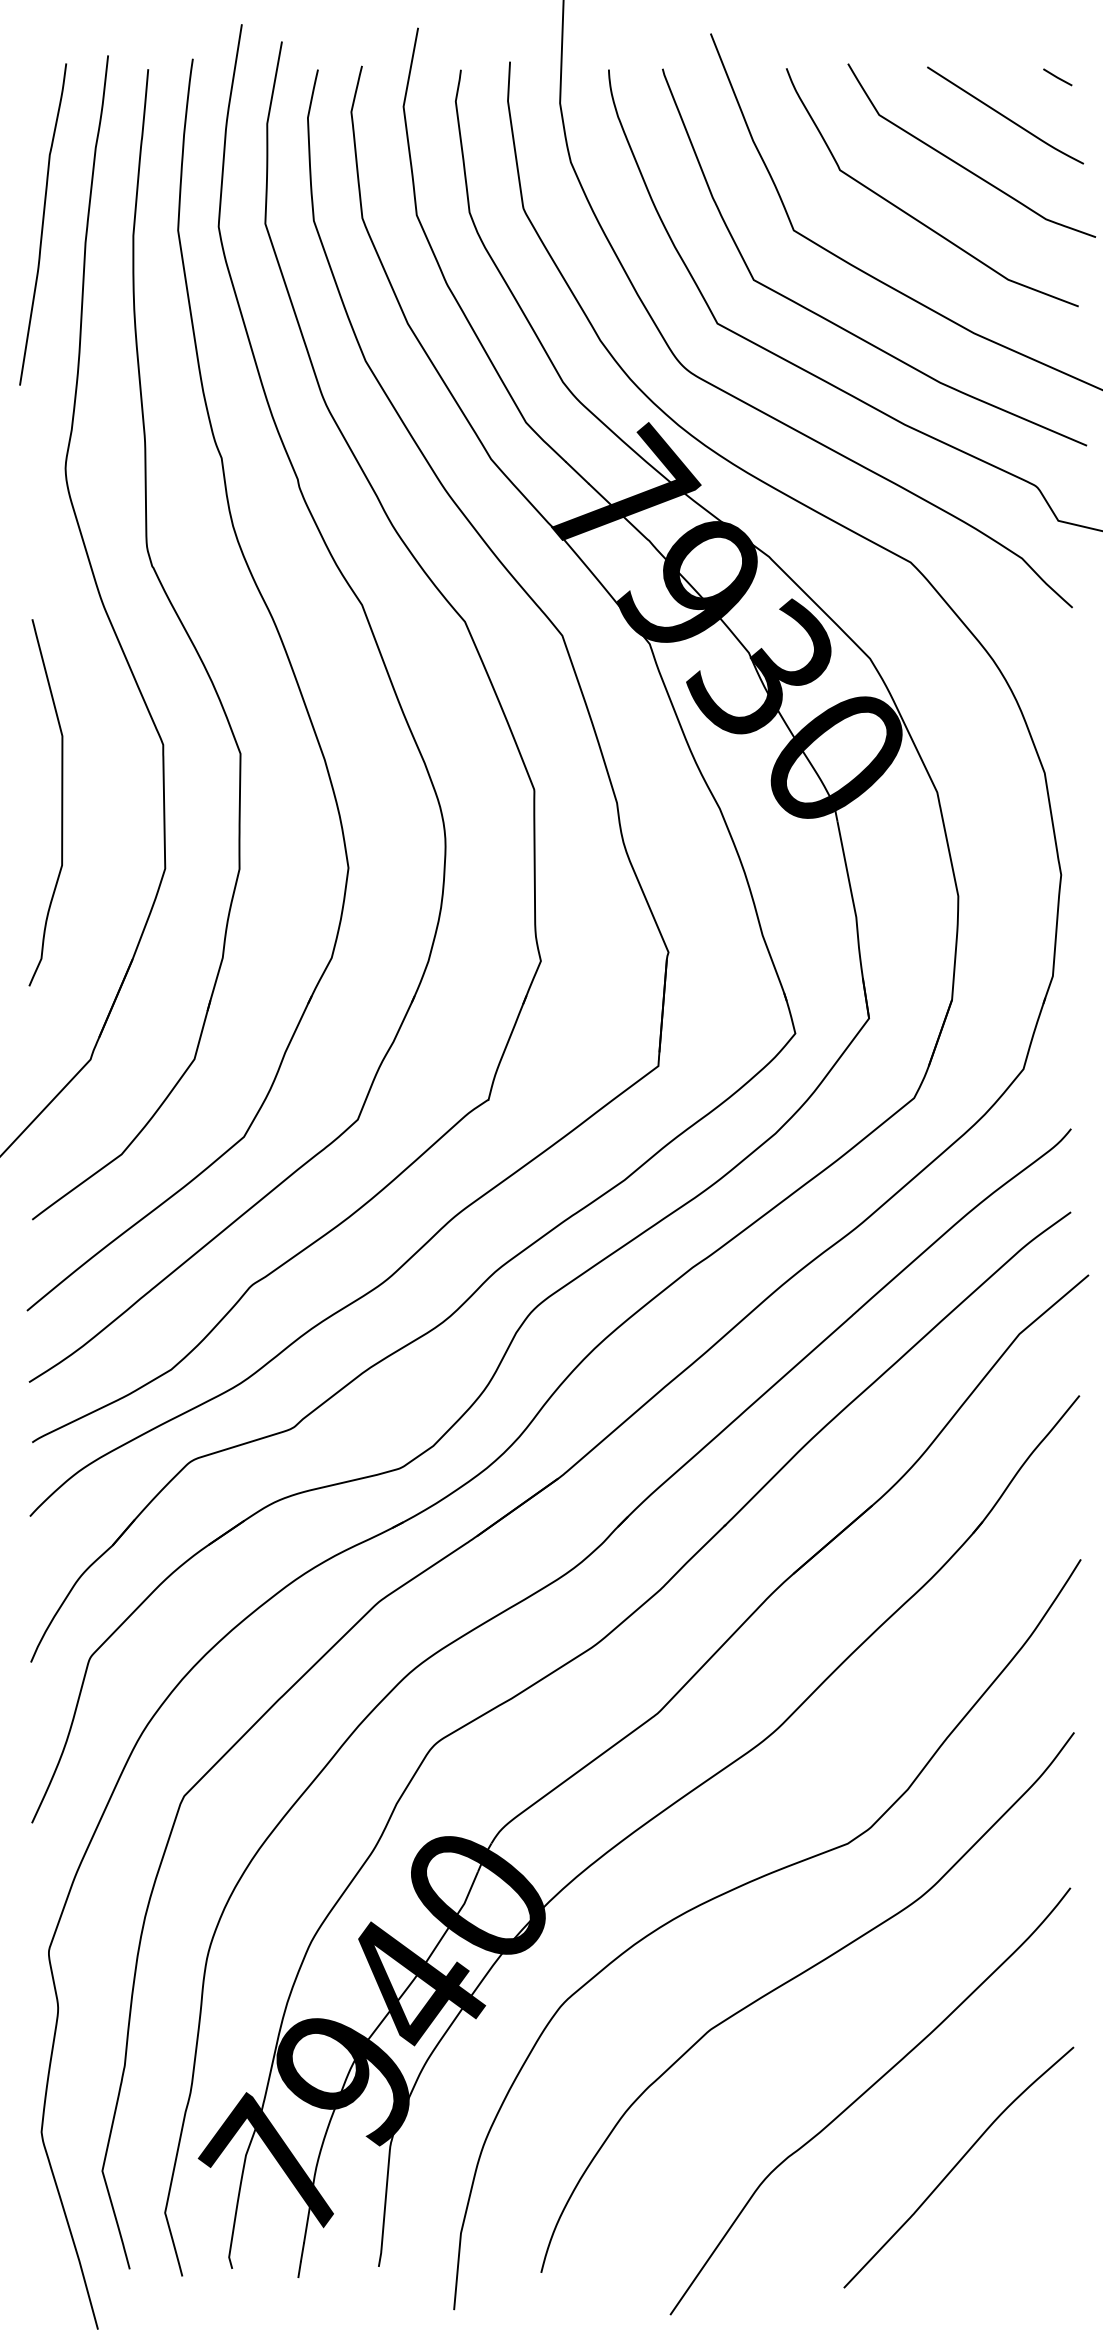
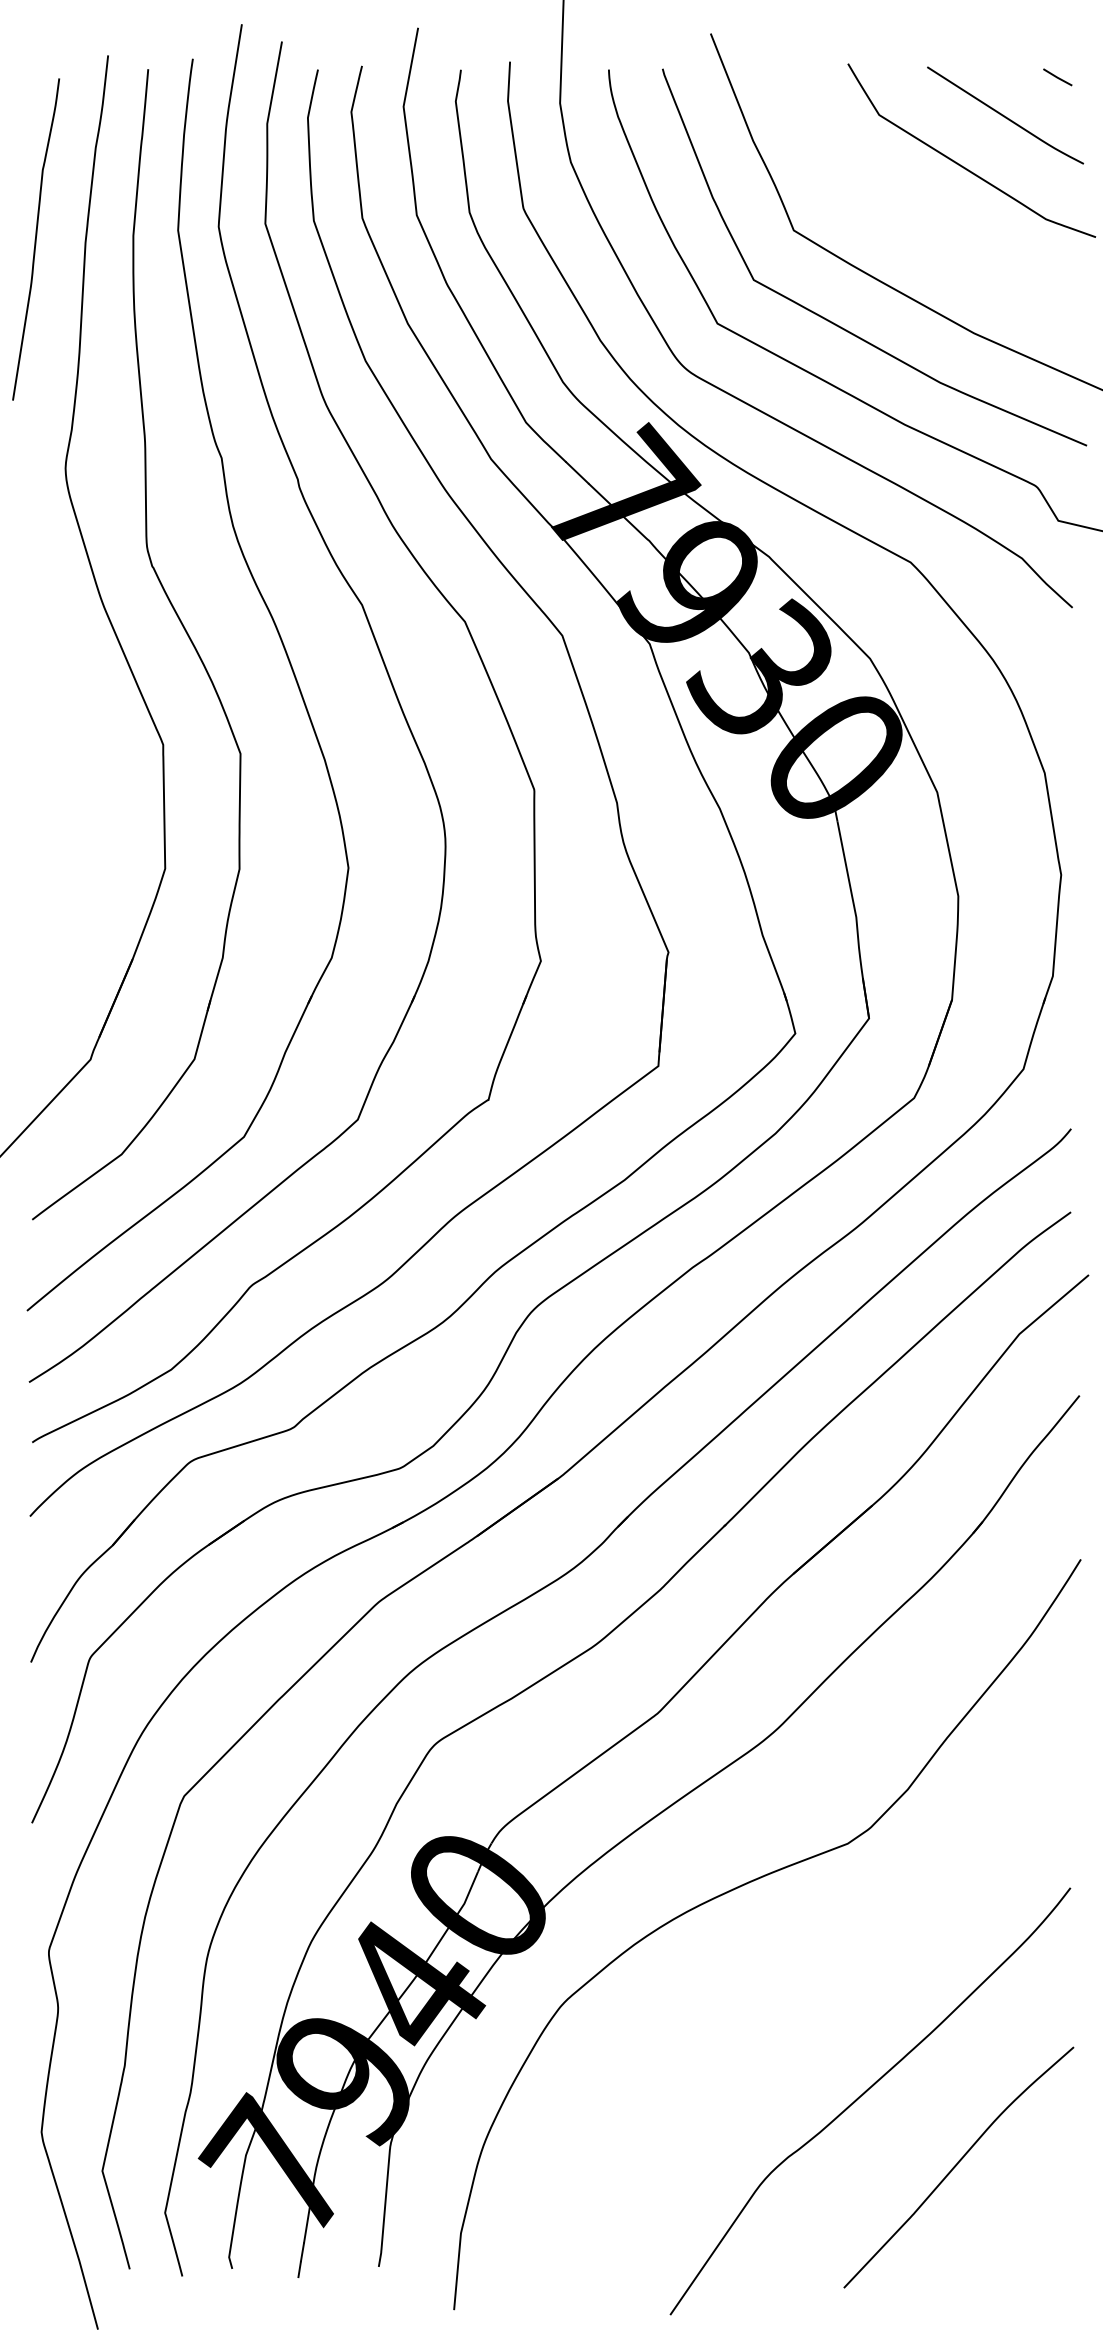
curve at (913, 216): present -> none
curve at (43, 224) position: (43, 224) -> (36, 239)
curve at (61, 802): present -> none
curve at (792, 1980): present -> none
